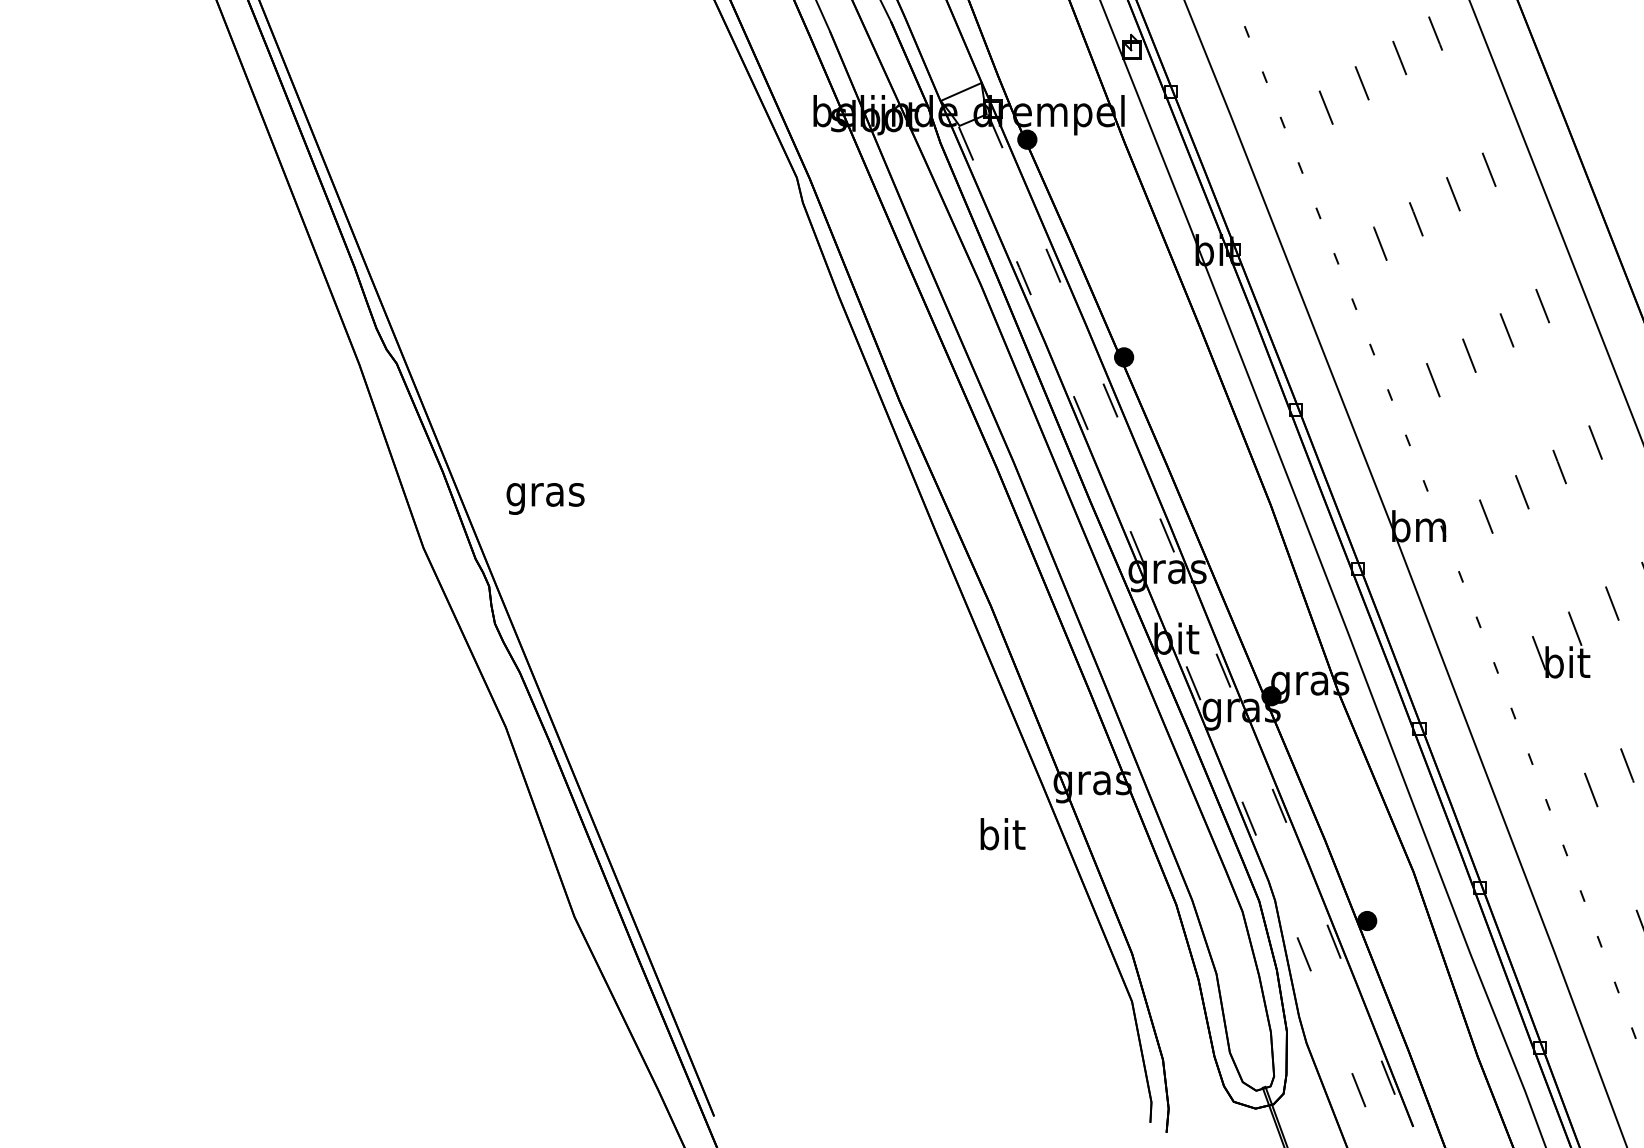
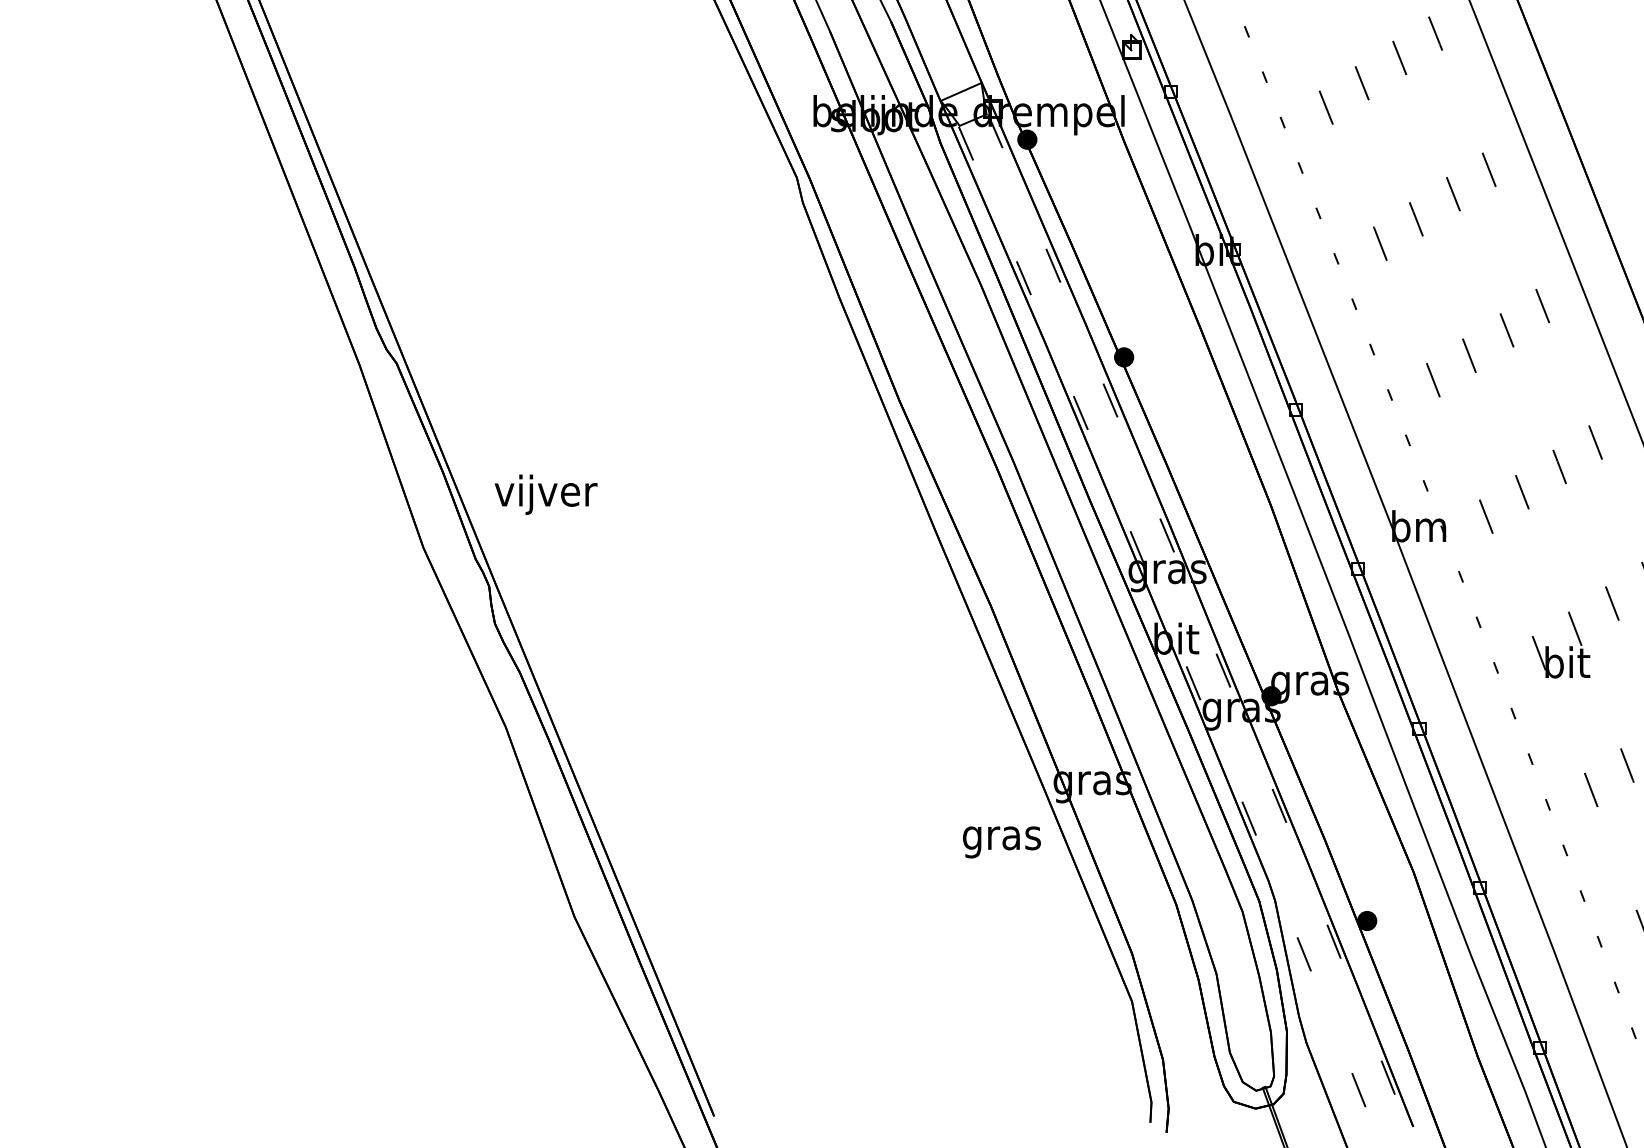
text at (545, 494): gras -> vijver
text at (1001, 838): bit -> gras
